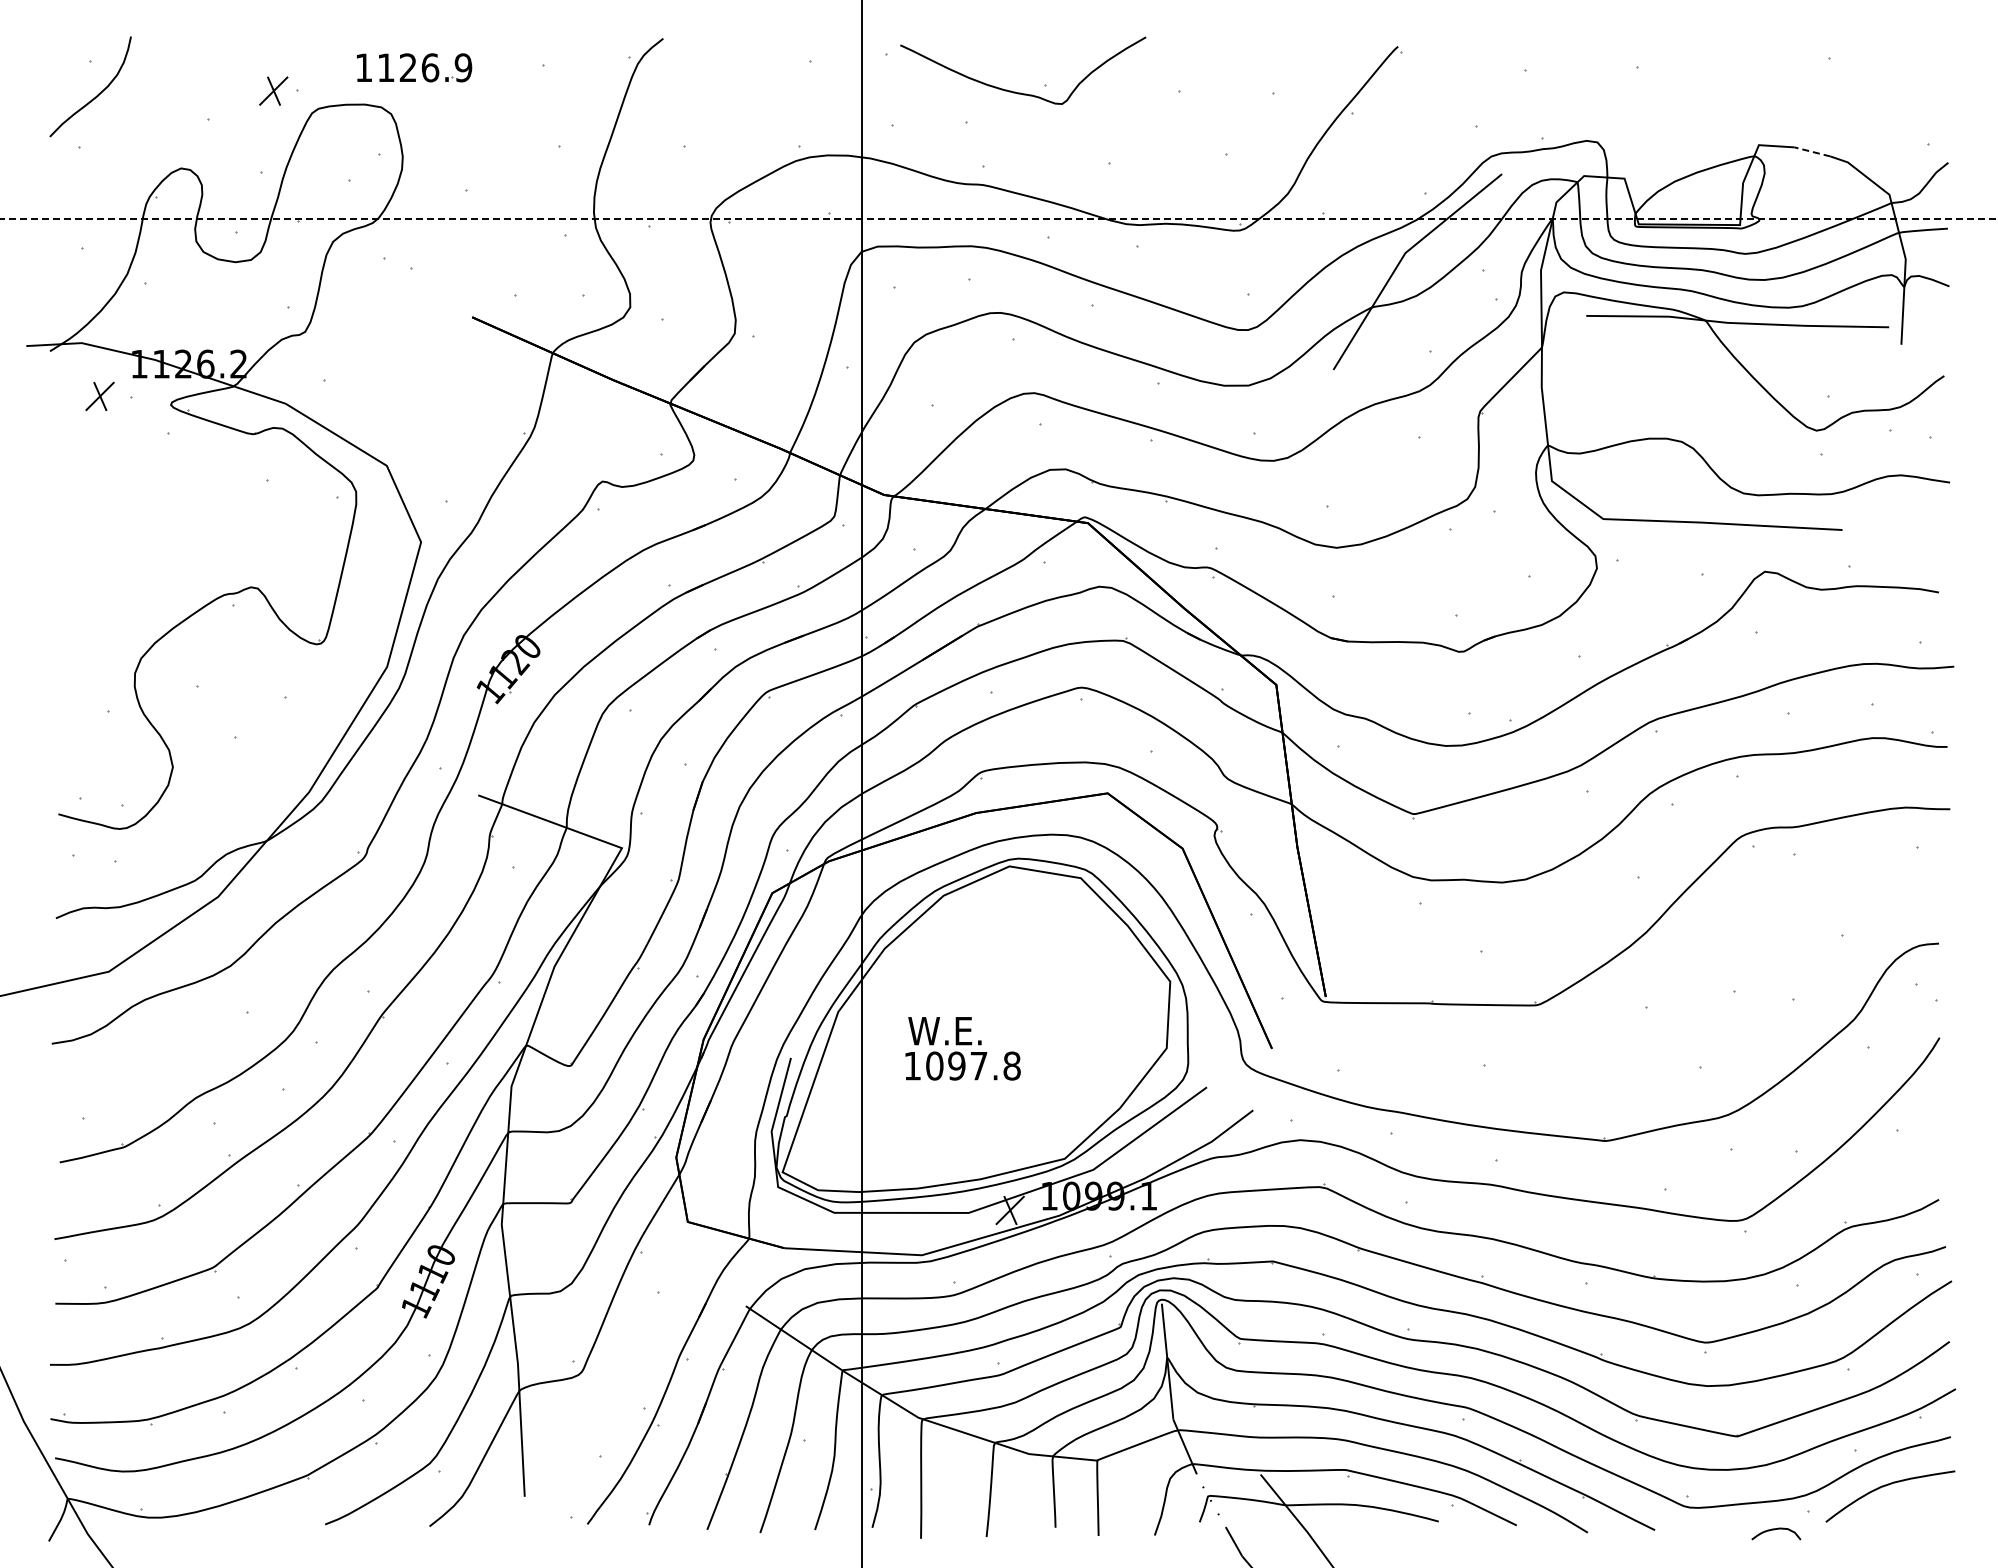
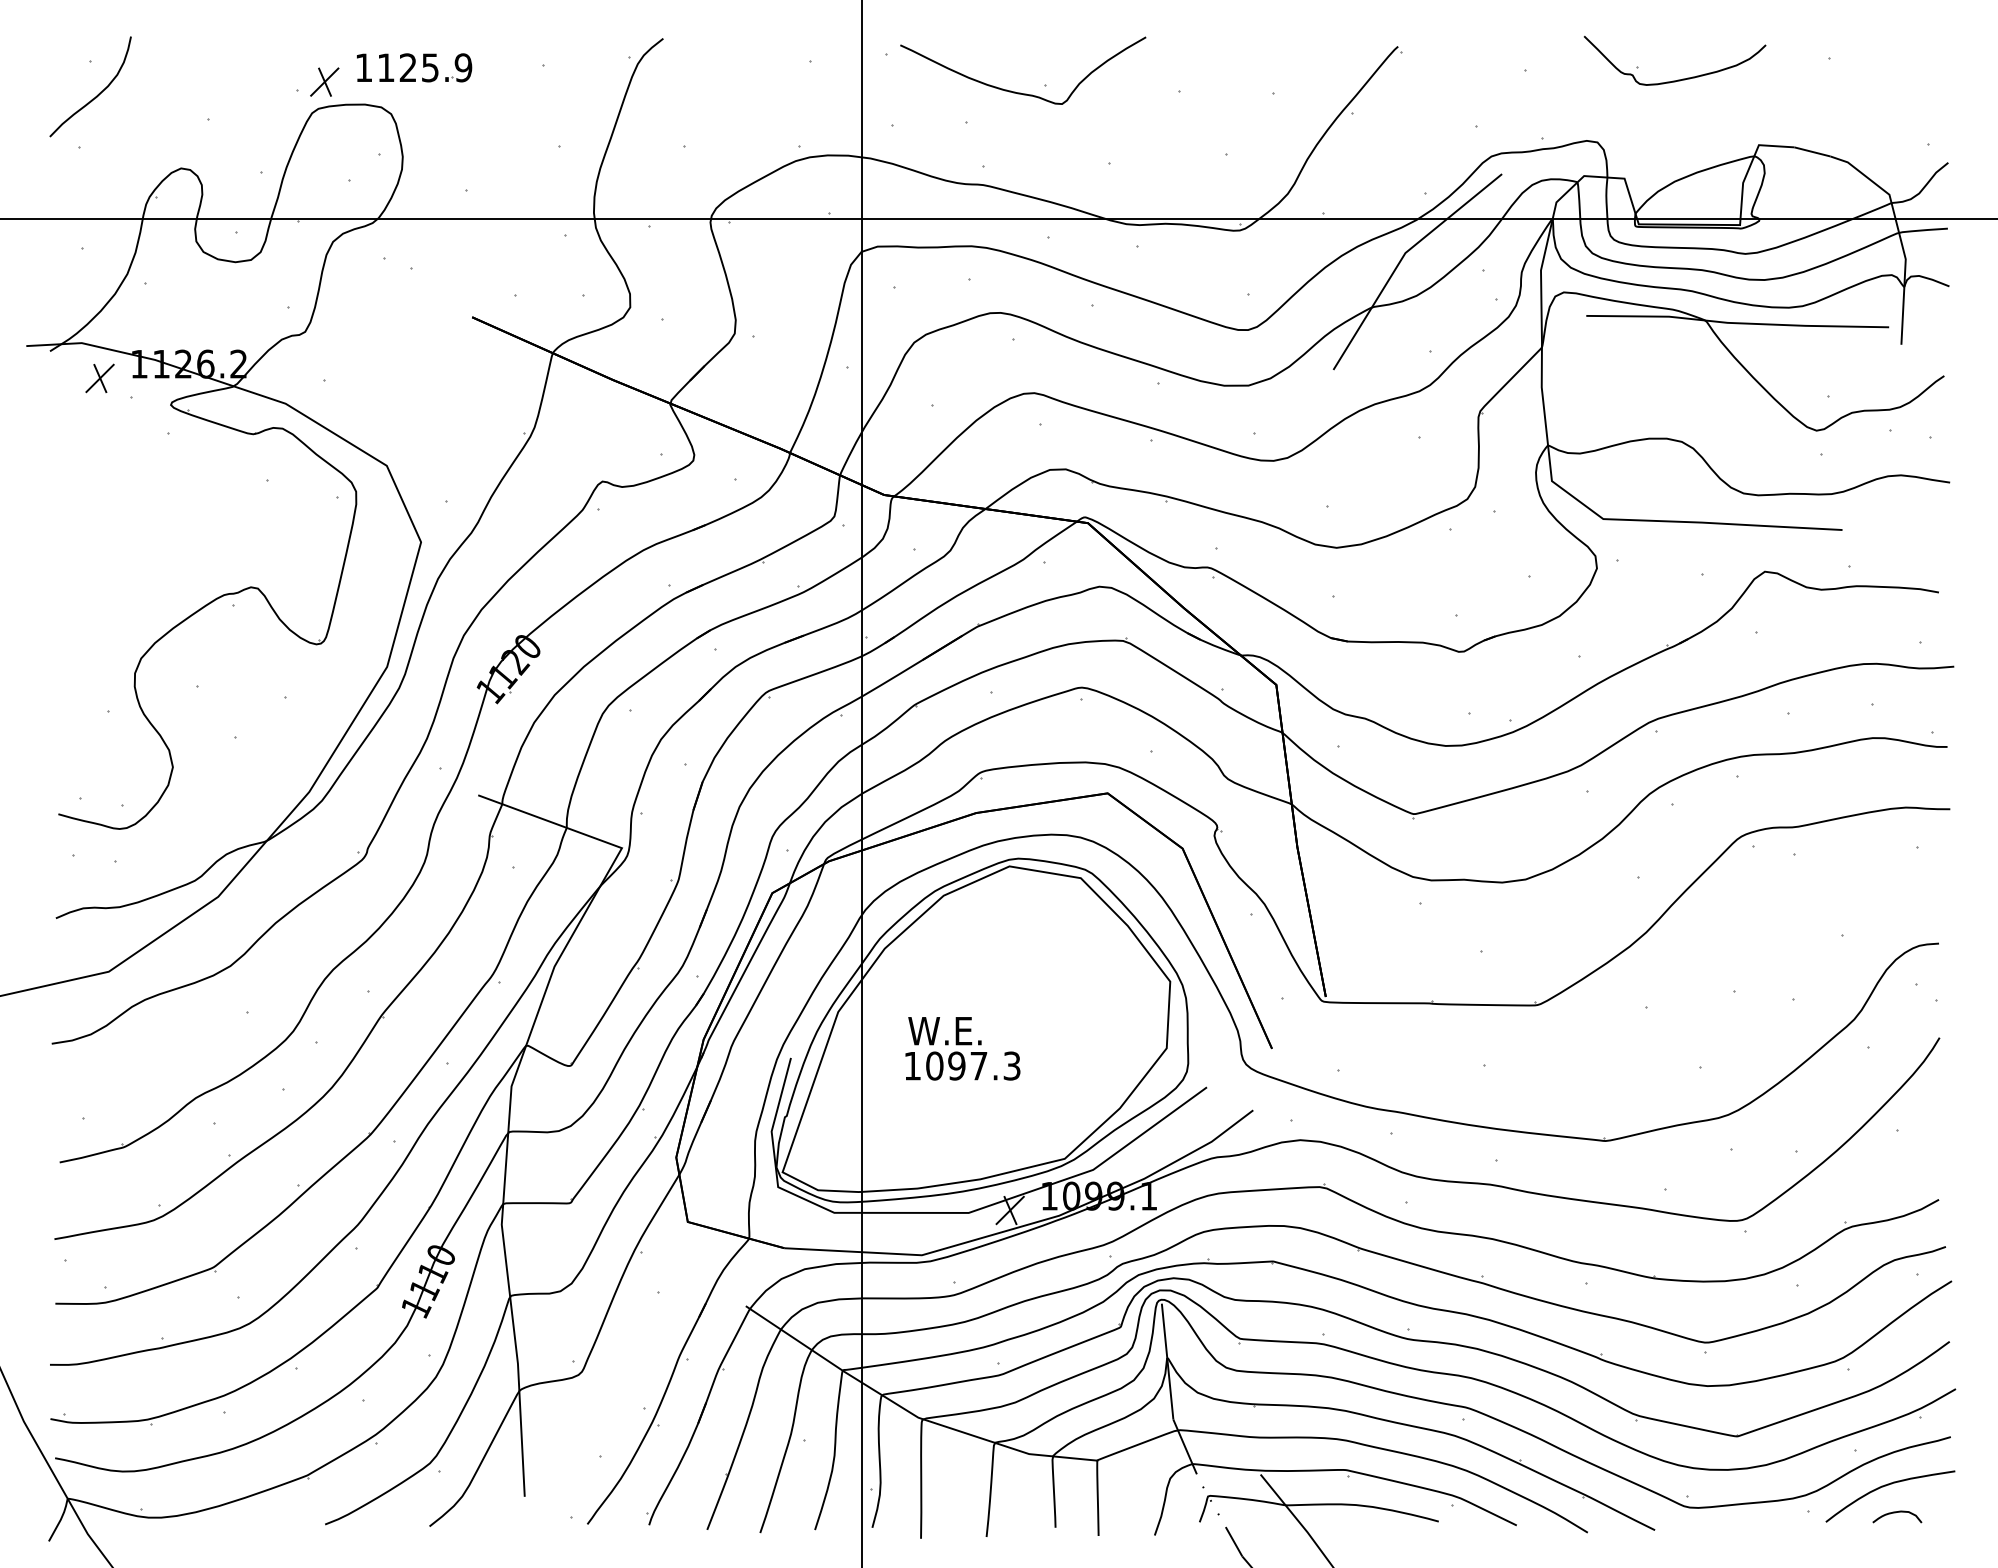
text at (430, 67): 1126.9 -> 1125.9
curve at (1677, 79): none -> present
part at (273, 90) position: (273, 90) -> (324, 81)
line at (1812, 151): dashed -> solid
line at (998, 219): dashed -> solid
part at (99, 396) position: (99, 396) -> (99, 378)
text at (1011, 1065): 1097.8 -> 1097.3
curve at (1774, 1530) position: (1774, 1530) -> (1895, 1513)
